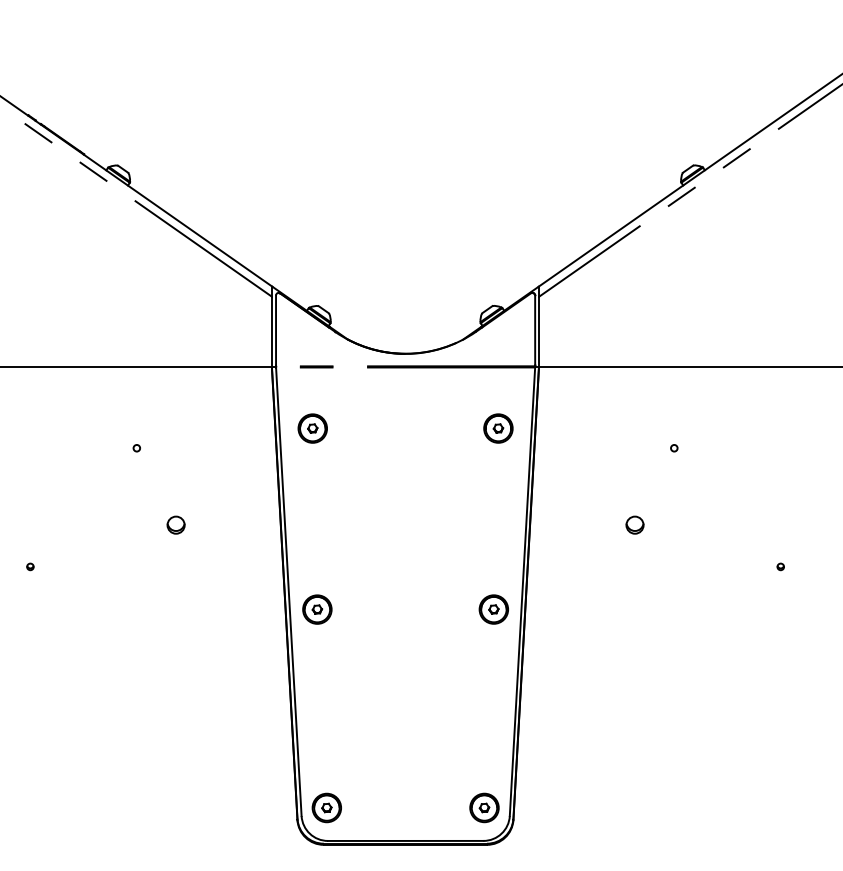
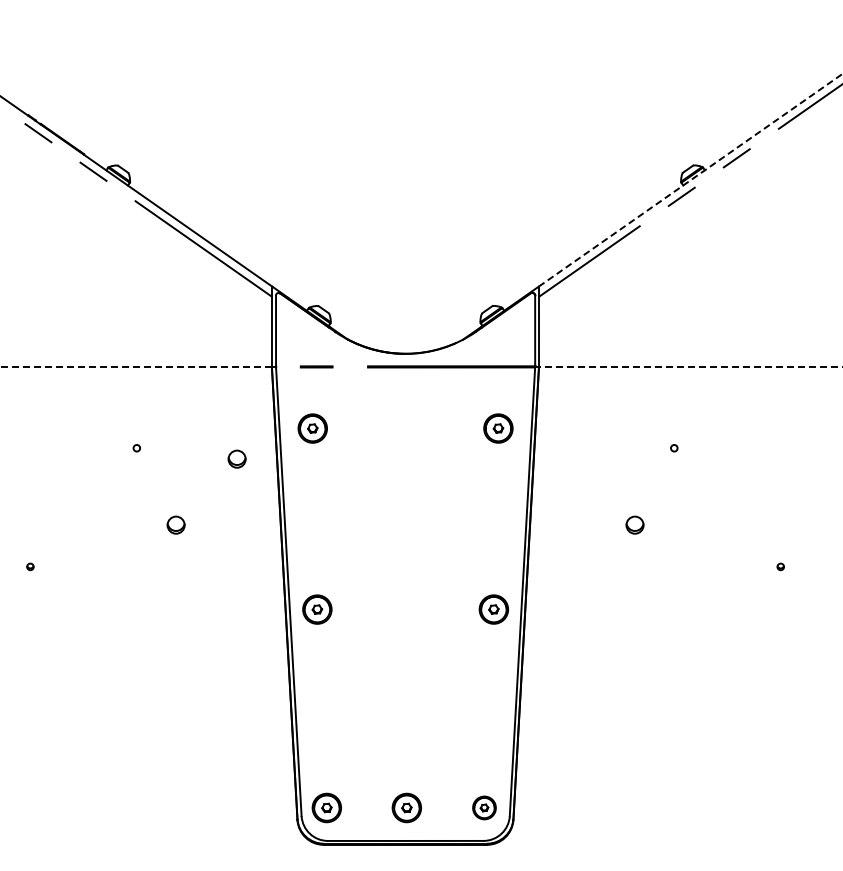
line at (690, 180): solid -> dashed
line at (136, 367): solid -> dashed
line at (690, 367): solid -> dashed
part at (236, 458): none -> present
part at (406, 807): none -> present
part at (484, 807) size: 31x32 px -> 25x26 px
